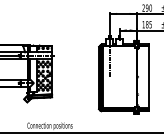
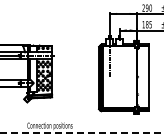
line at (82, 132): solid -> dashed
